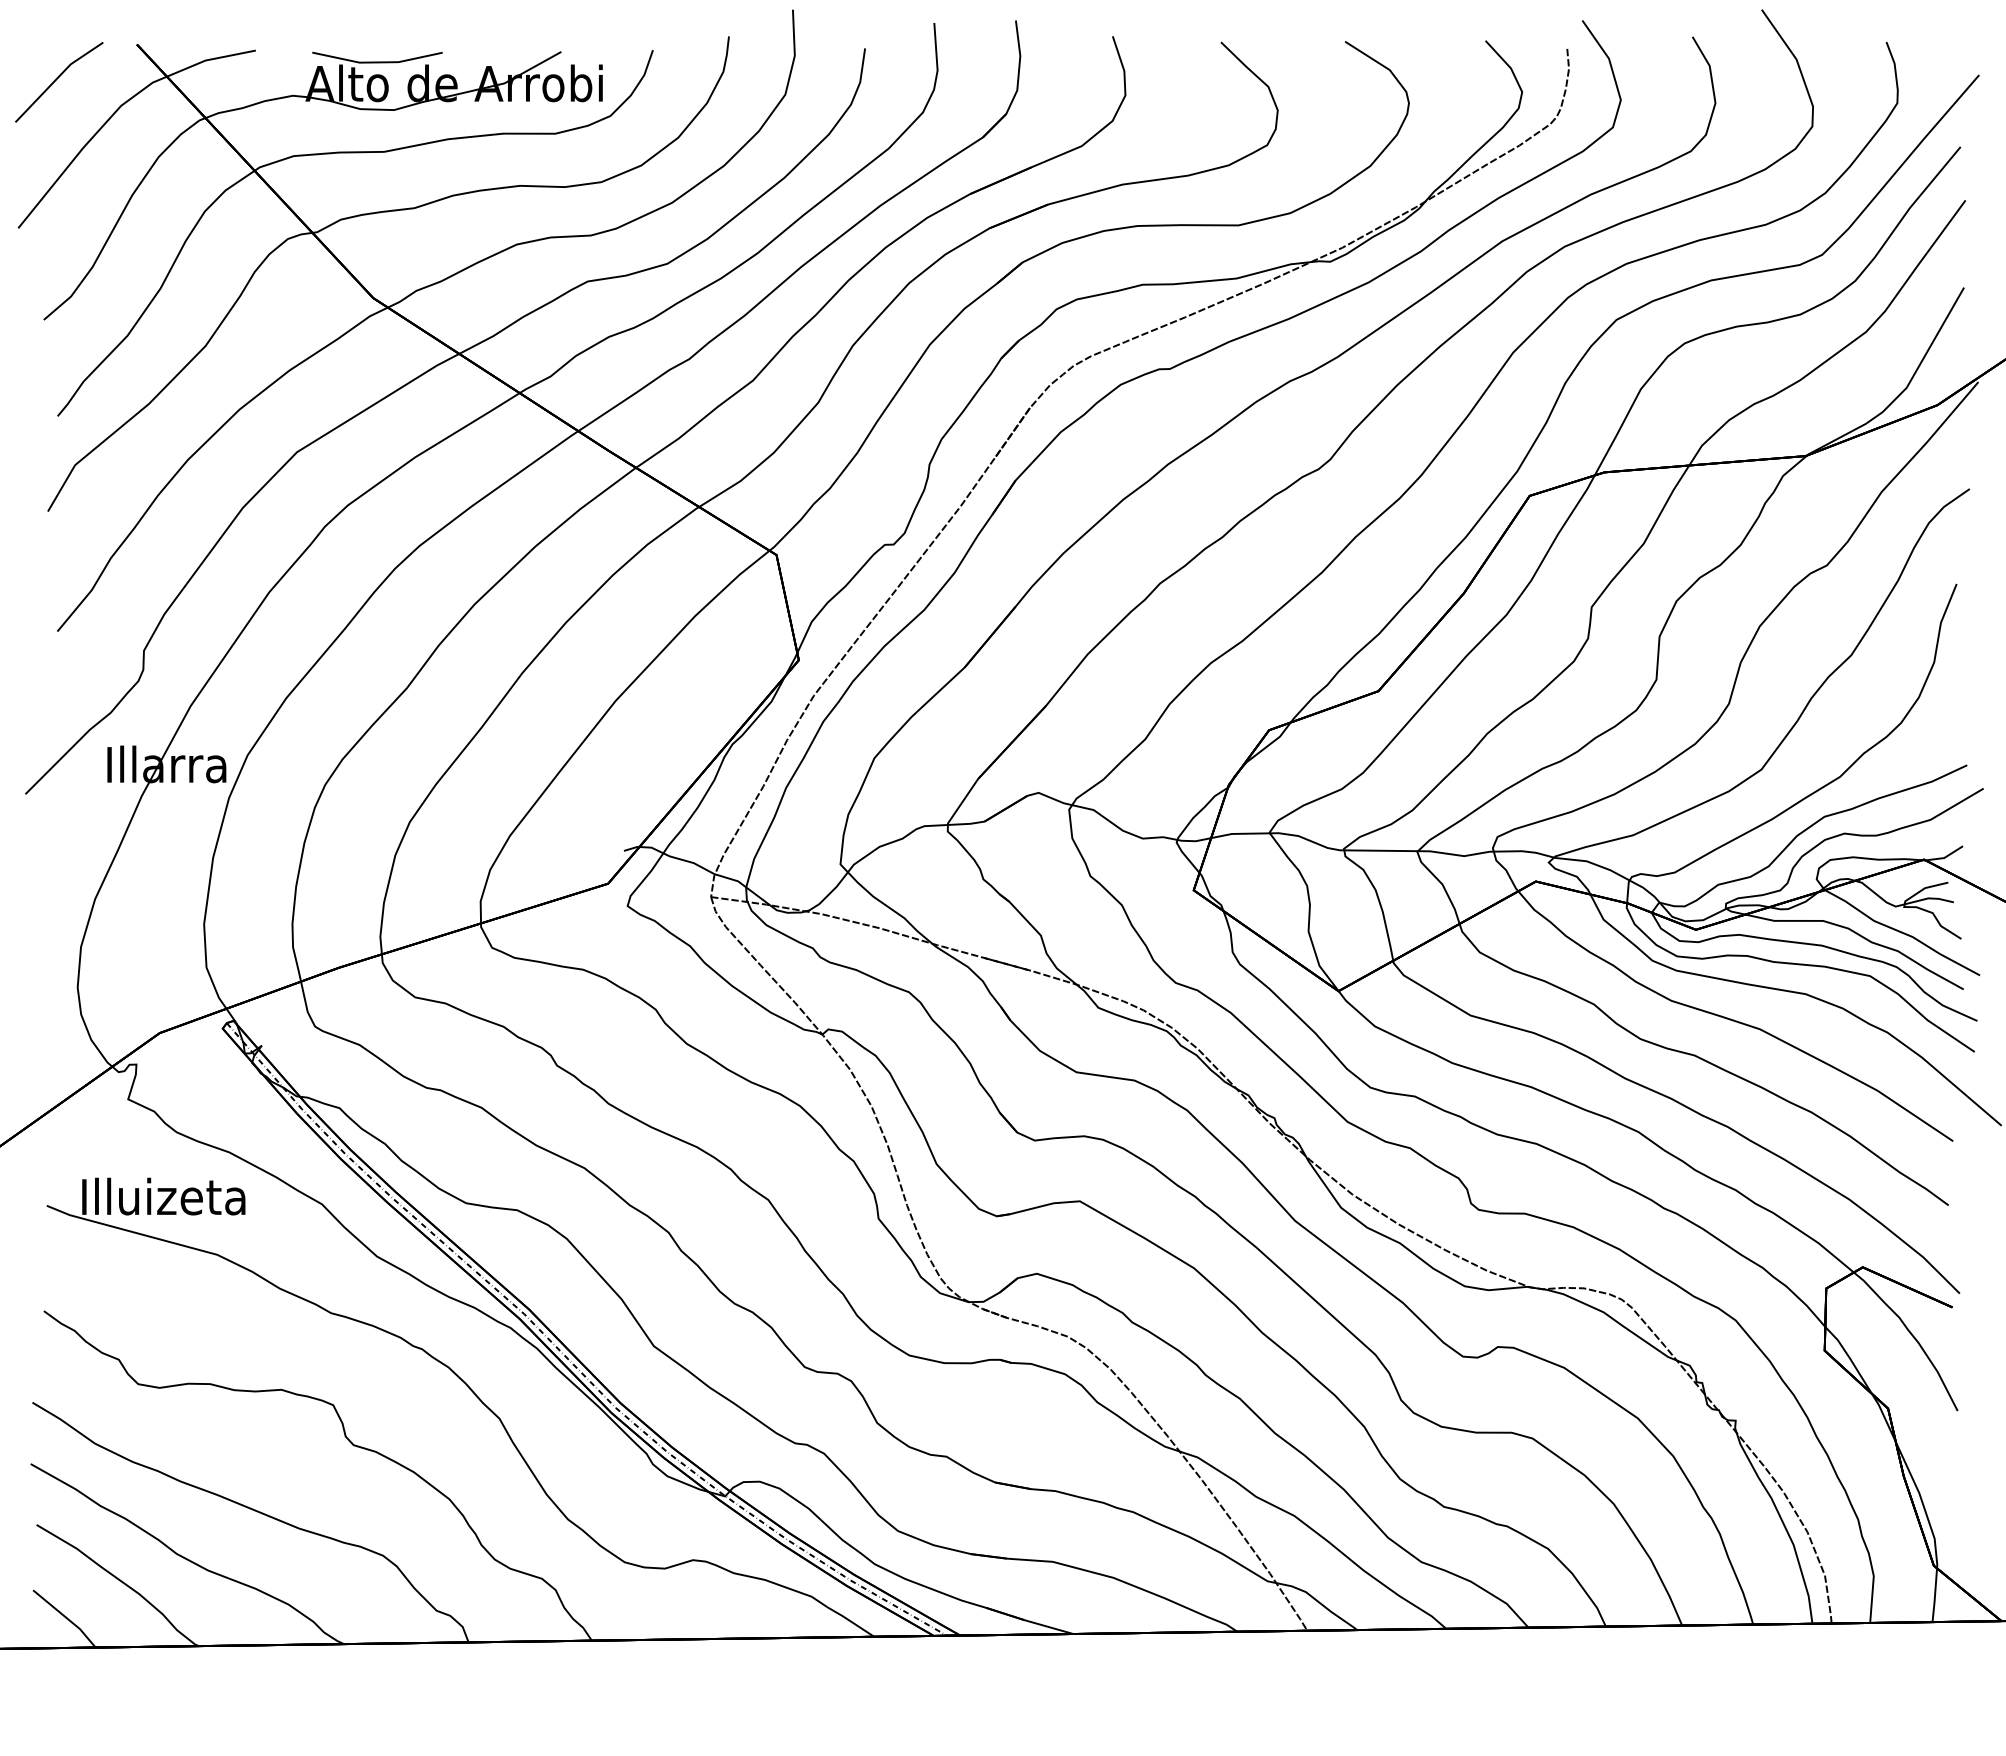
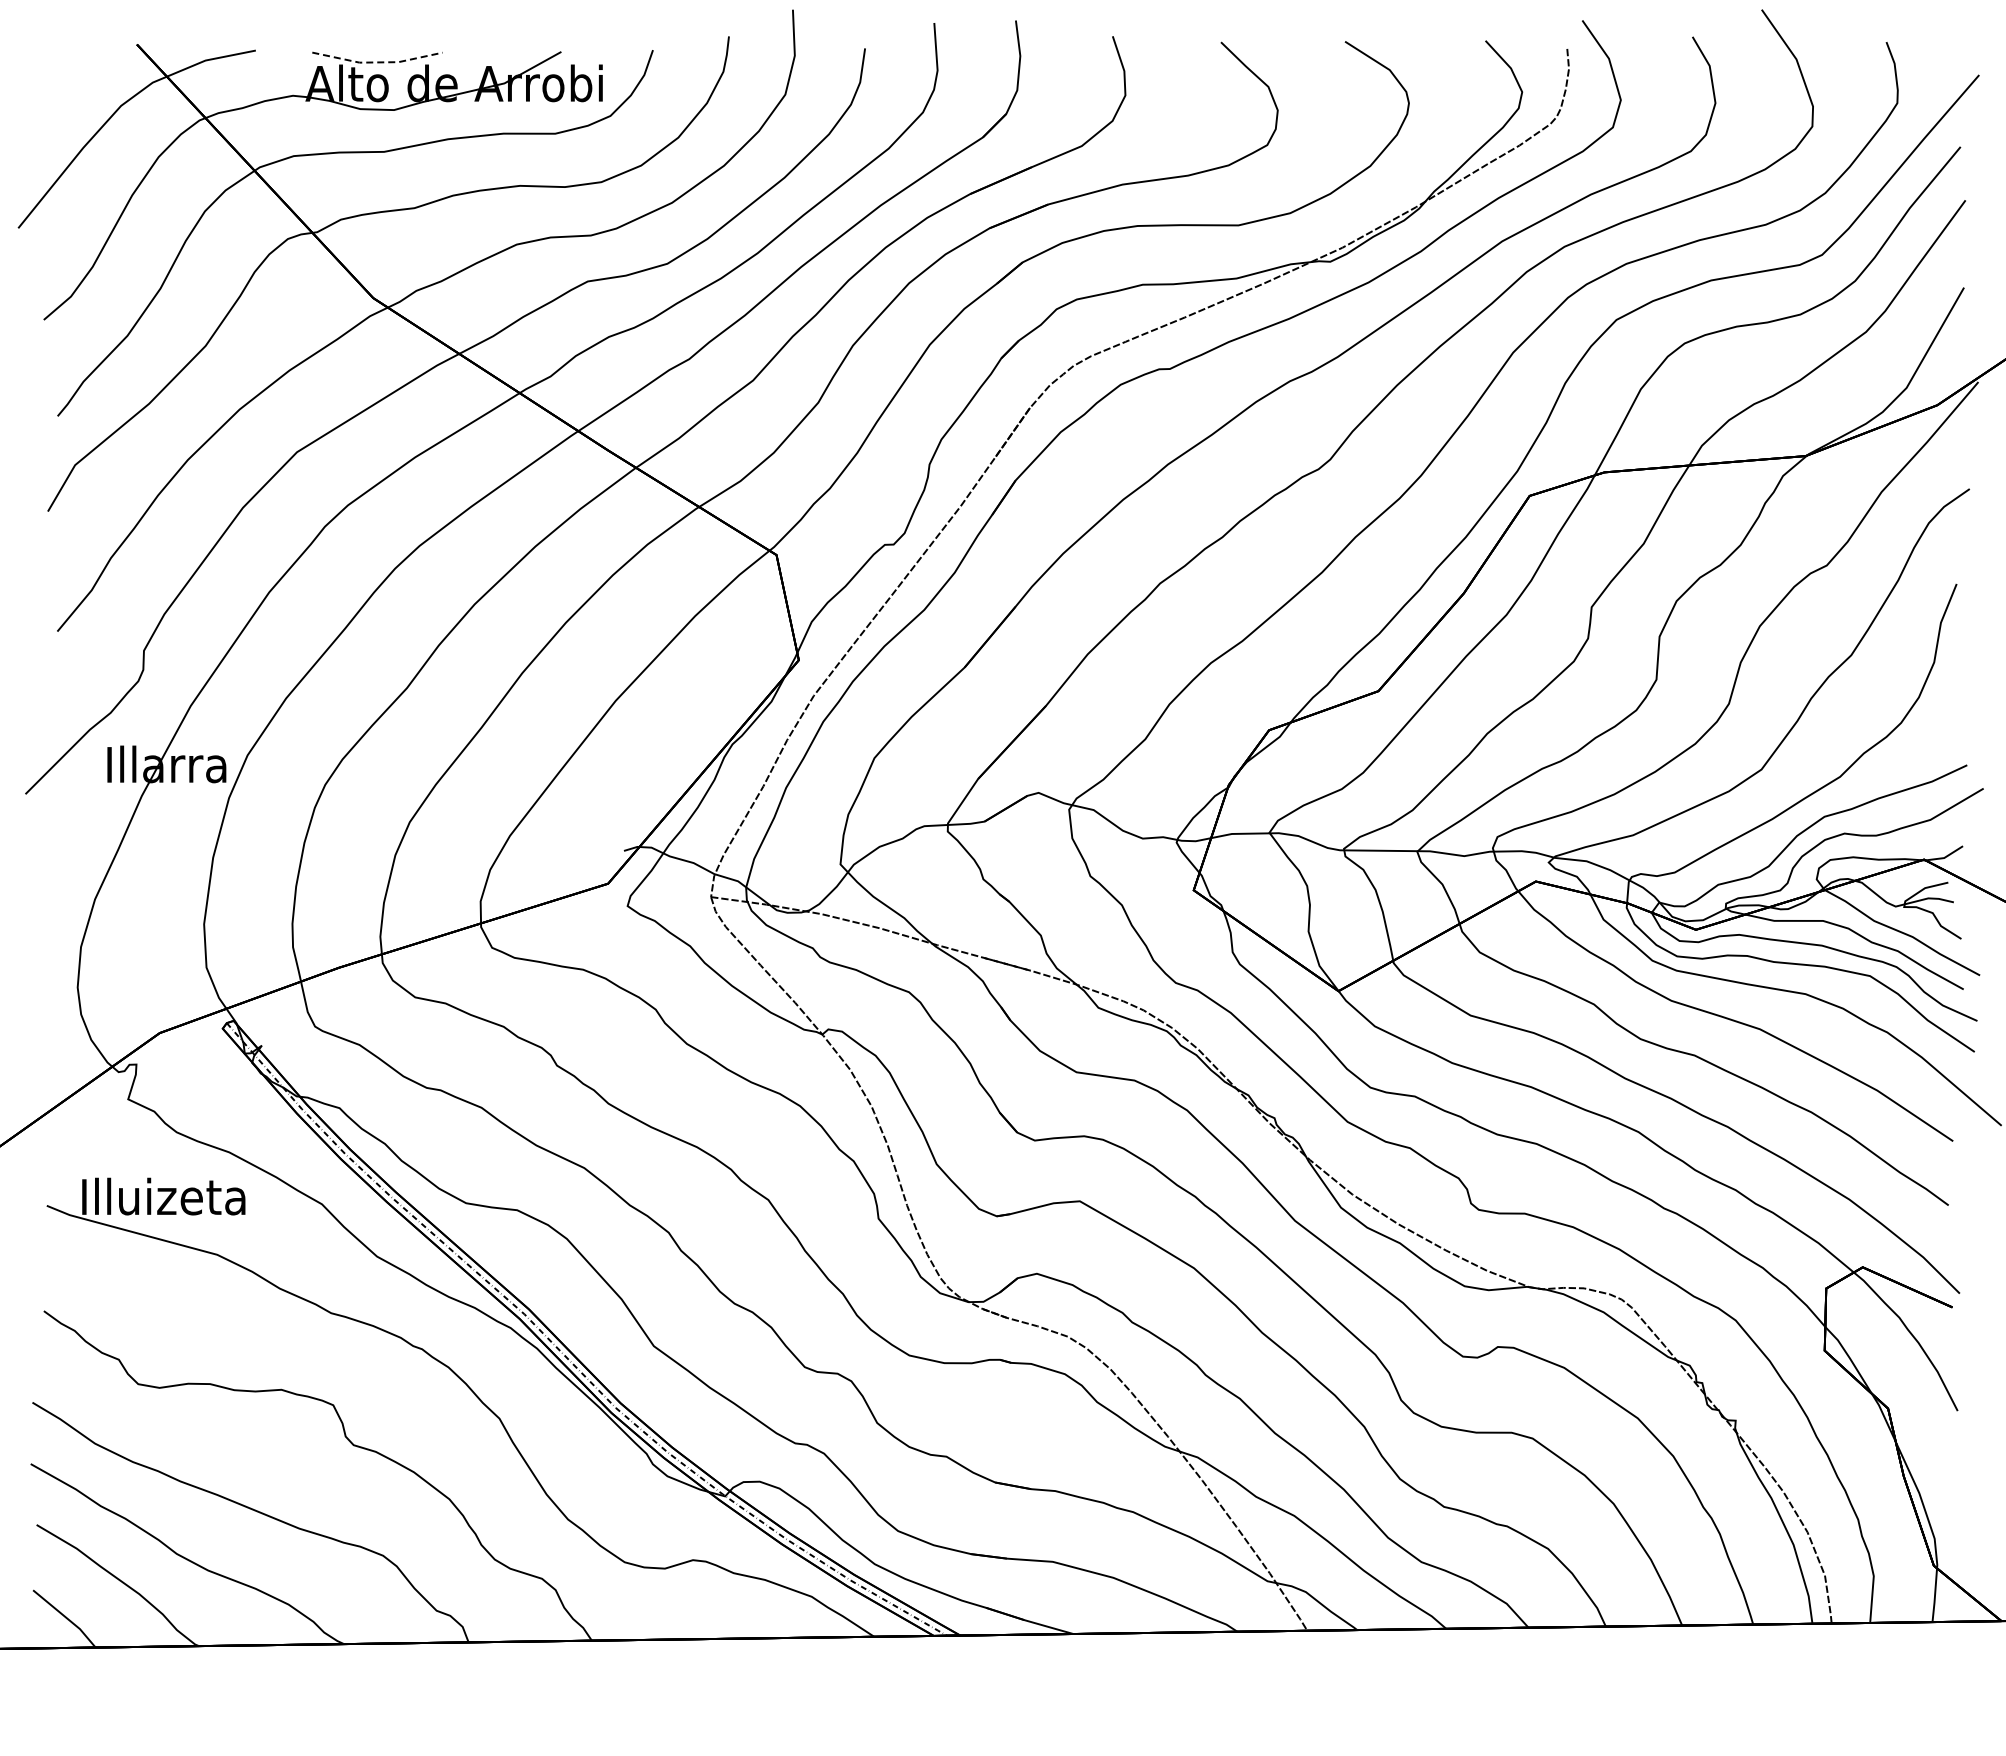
line at (377, 62): solid -> dashed
line at (57, 79): present -> none
